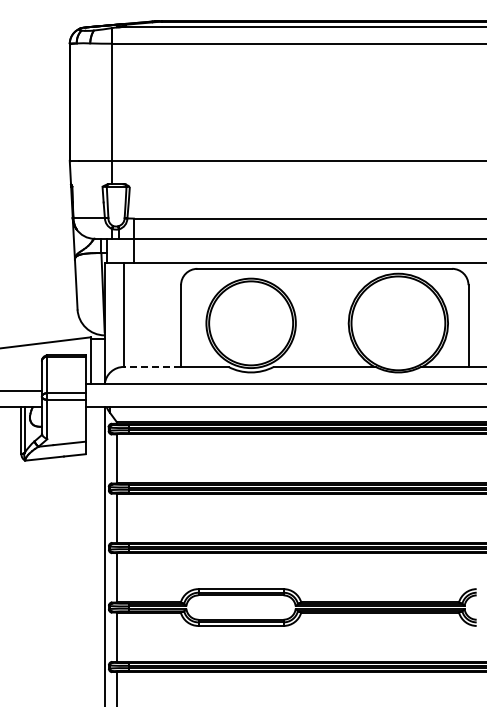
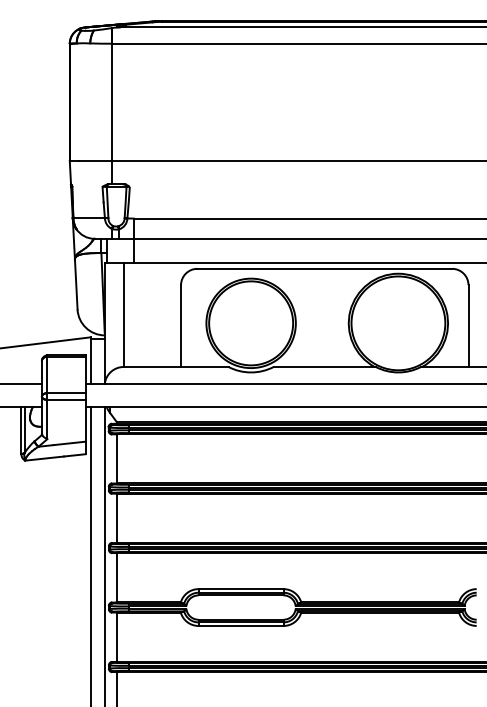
line at (152, 366): dashed -> solid
line at (21, 390) position: (21, 390) -> (21, 383)
line at (91, 555): none -> present
